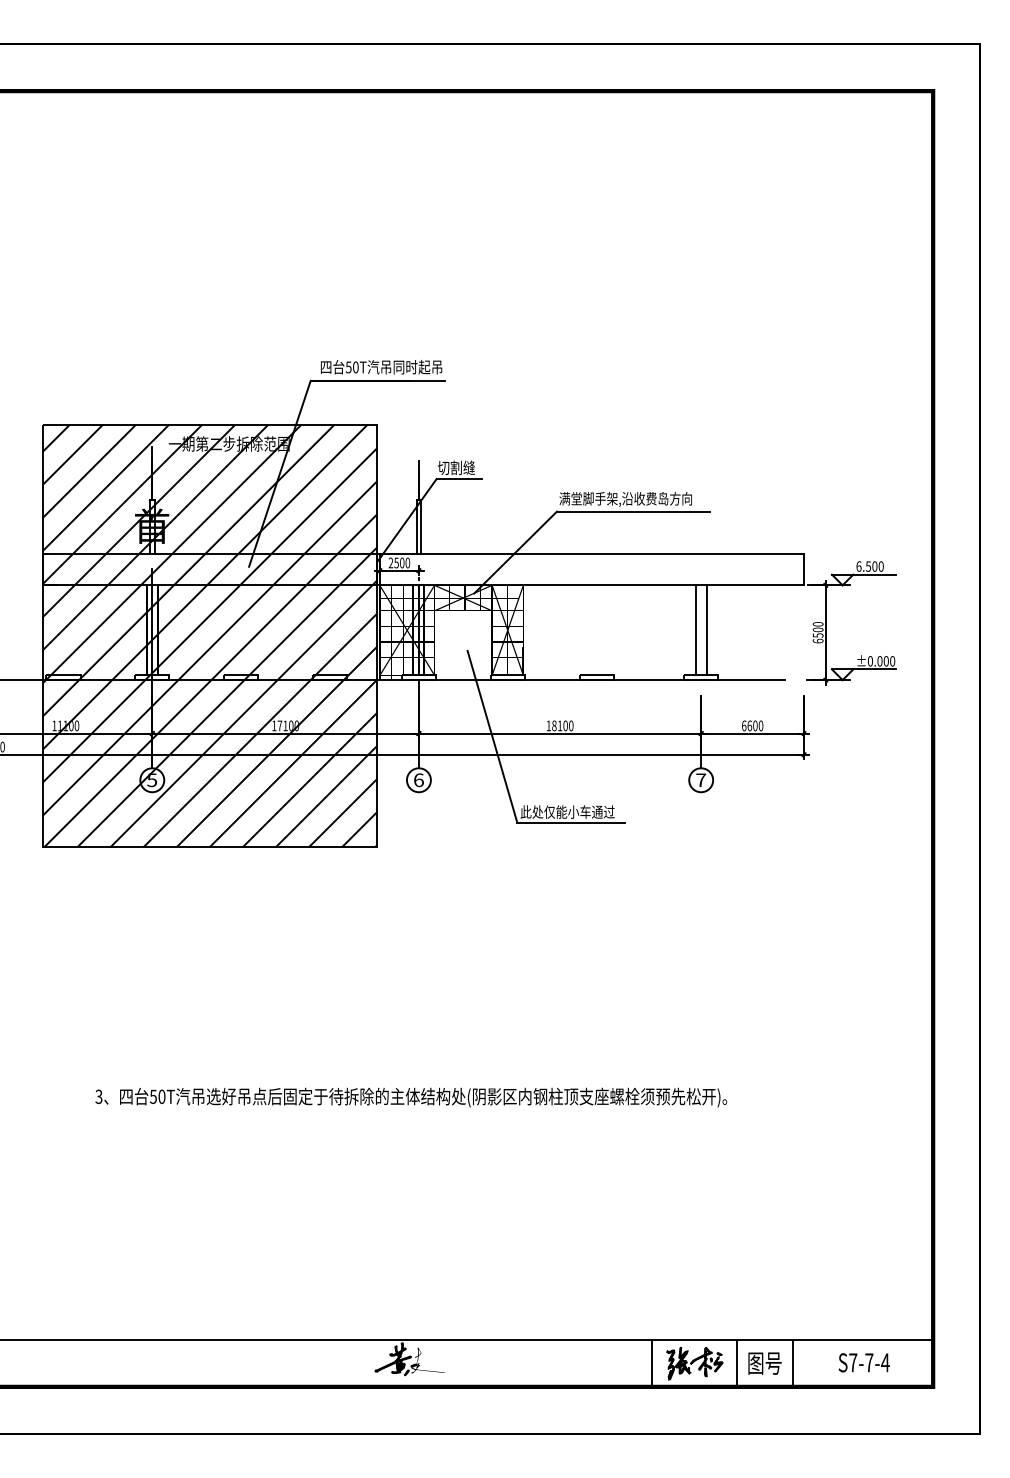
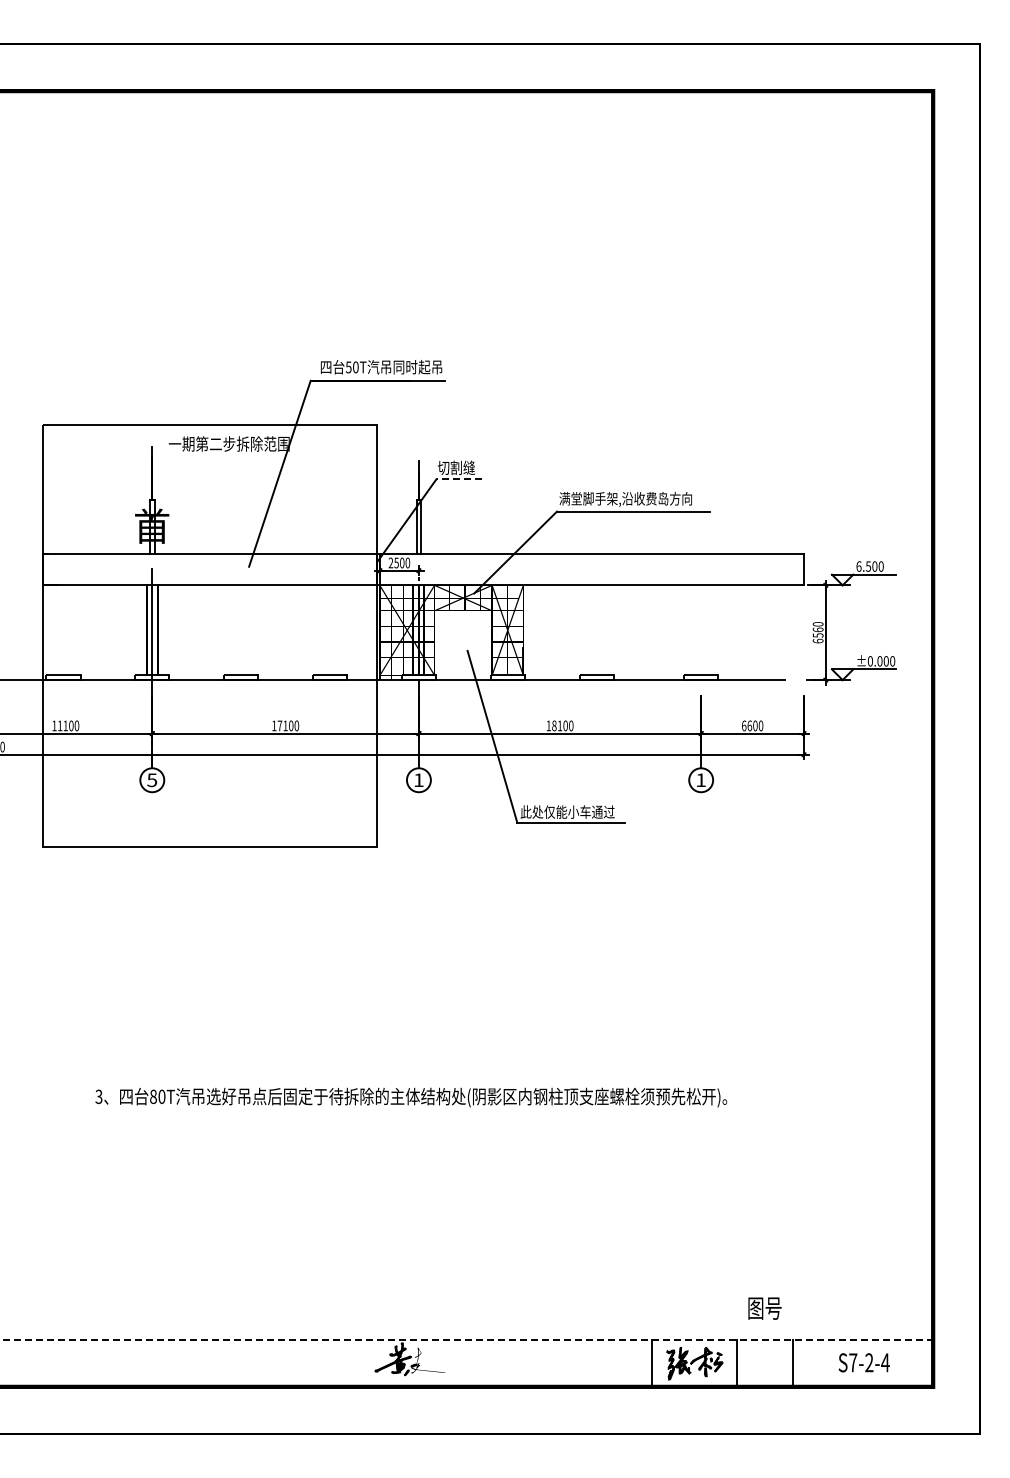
line at (459, 479): solid -> dashed
text at (817, 629): 6500 -> 6560
line at (695, 630): present -> none
line at (706, 630): present -> none
hatch at (209, 635): present -> none
text at (701, 779): 7 -> 1
text at (418, 780): 6 -> 1
text at (152, 1096): 50T -> 80T
line at (467, 1340): solid -> dashed
text at (869, 1362): S7-7-4 -> S7-2-4
text at (764, 1363) position: (764, 1363) -> (764, 1308)
